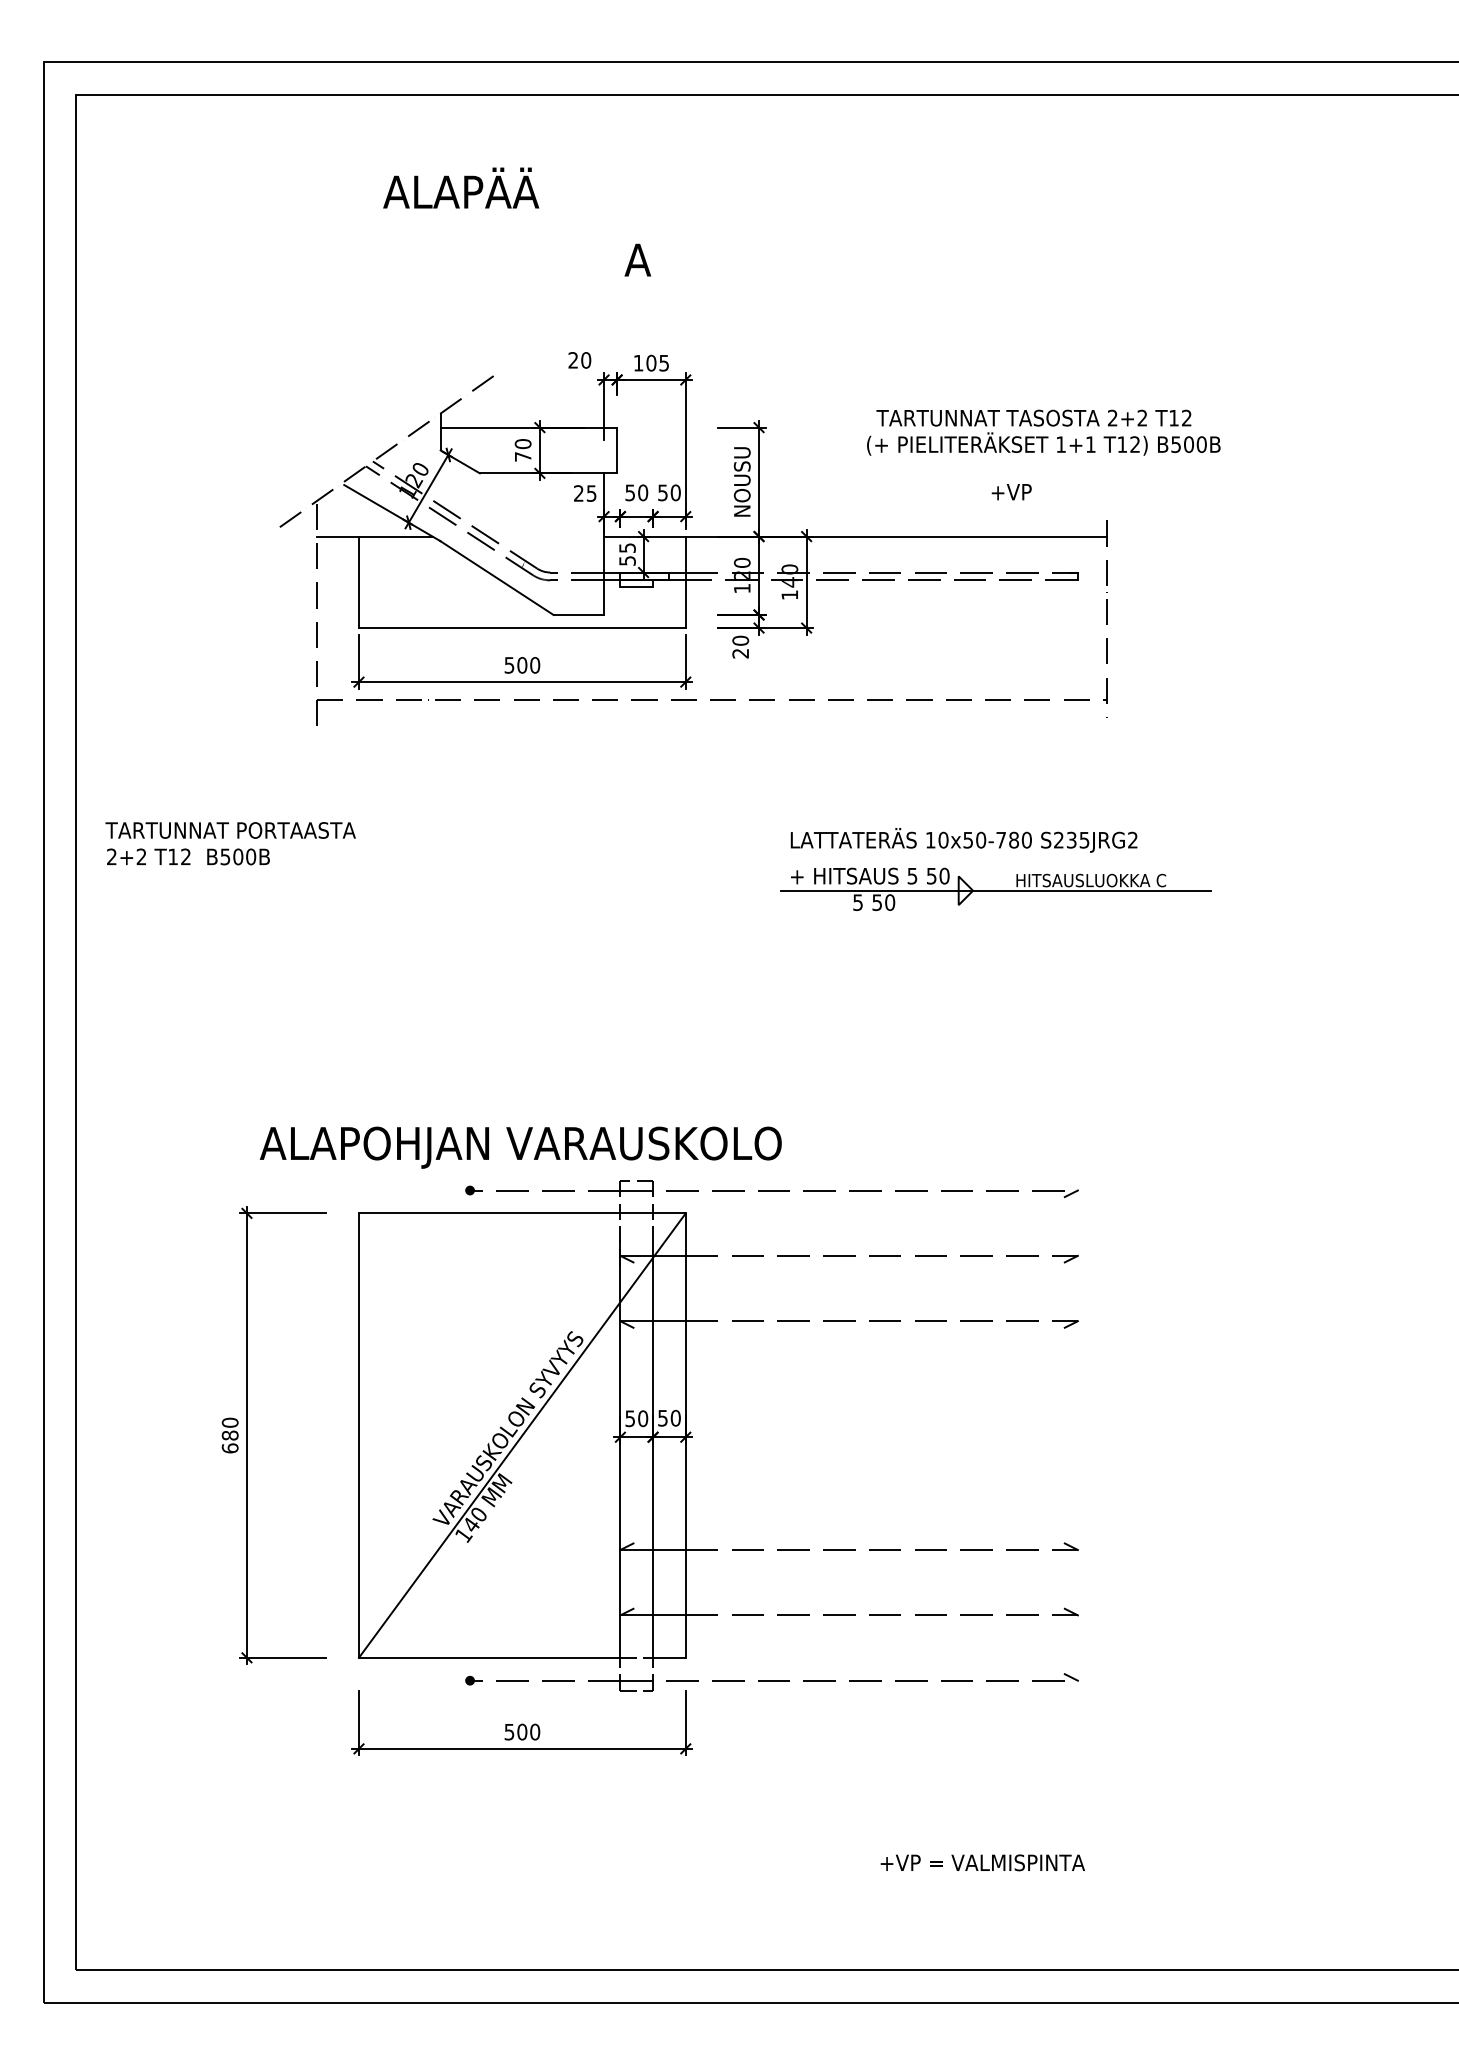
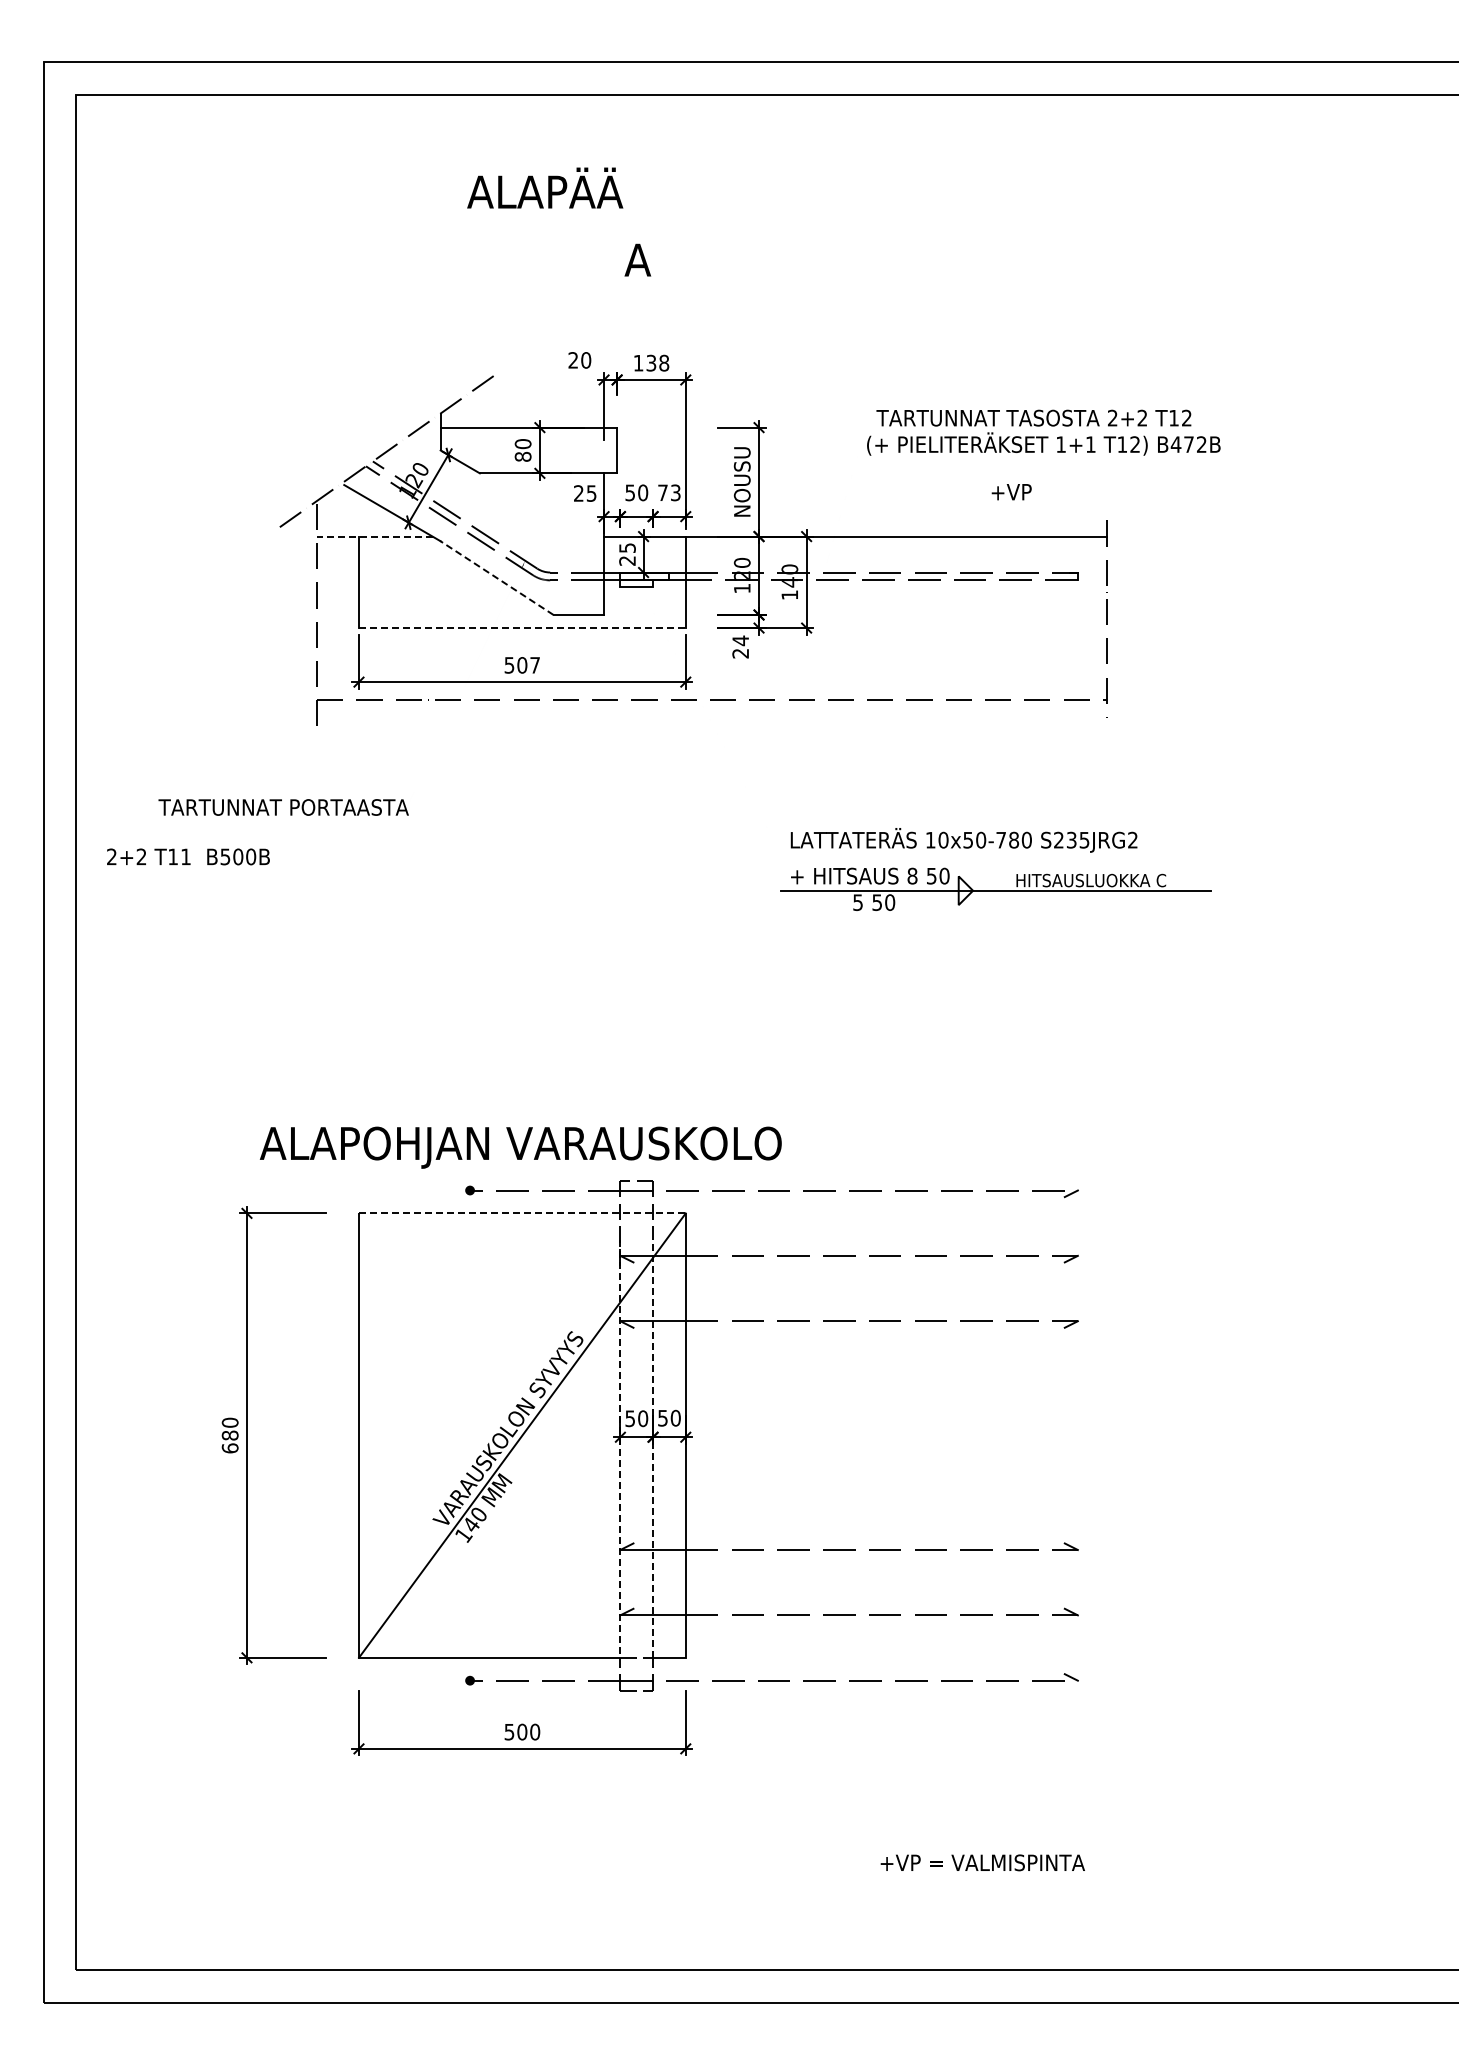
text at (461, 187) position: (461, 187) -> (545, 187)
text at (657, 362): 105 -> 138
text at (1188, 444): B500B -> B472B
text at (522, 456): 70 -> 80
text at (669, 492): 50 -> 73
line at (374, 536): solid -> dashed
text at (627, 560): 55 -> 25
line at (496, 577): solid -> dashed
line at (522, 628): solid -> dashed
text at (740, 640): 20 -> 24
text at (535, 665): 500 -> 507
text at (230, 830) position: (230, 830) -> (283, 807)
text at (185, 856): T12 -> T11
text at (912, 875): 5 -> 8
line at (522, 1213): solid -> dashed
line at (653, 1448): solid -> dashed
line at (620, 1449): solid -> dashed
